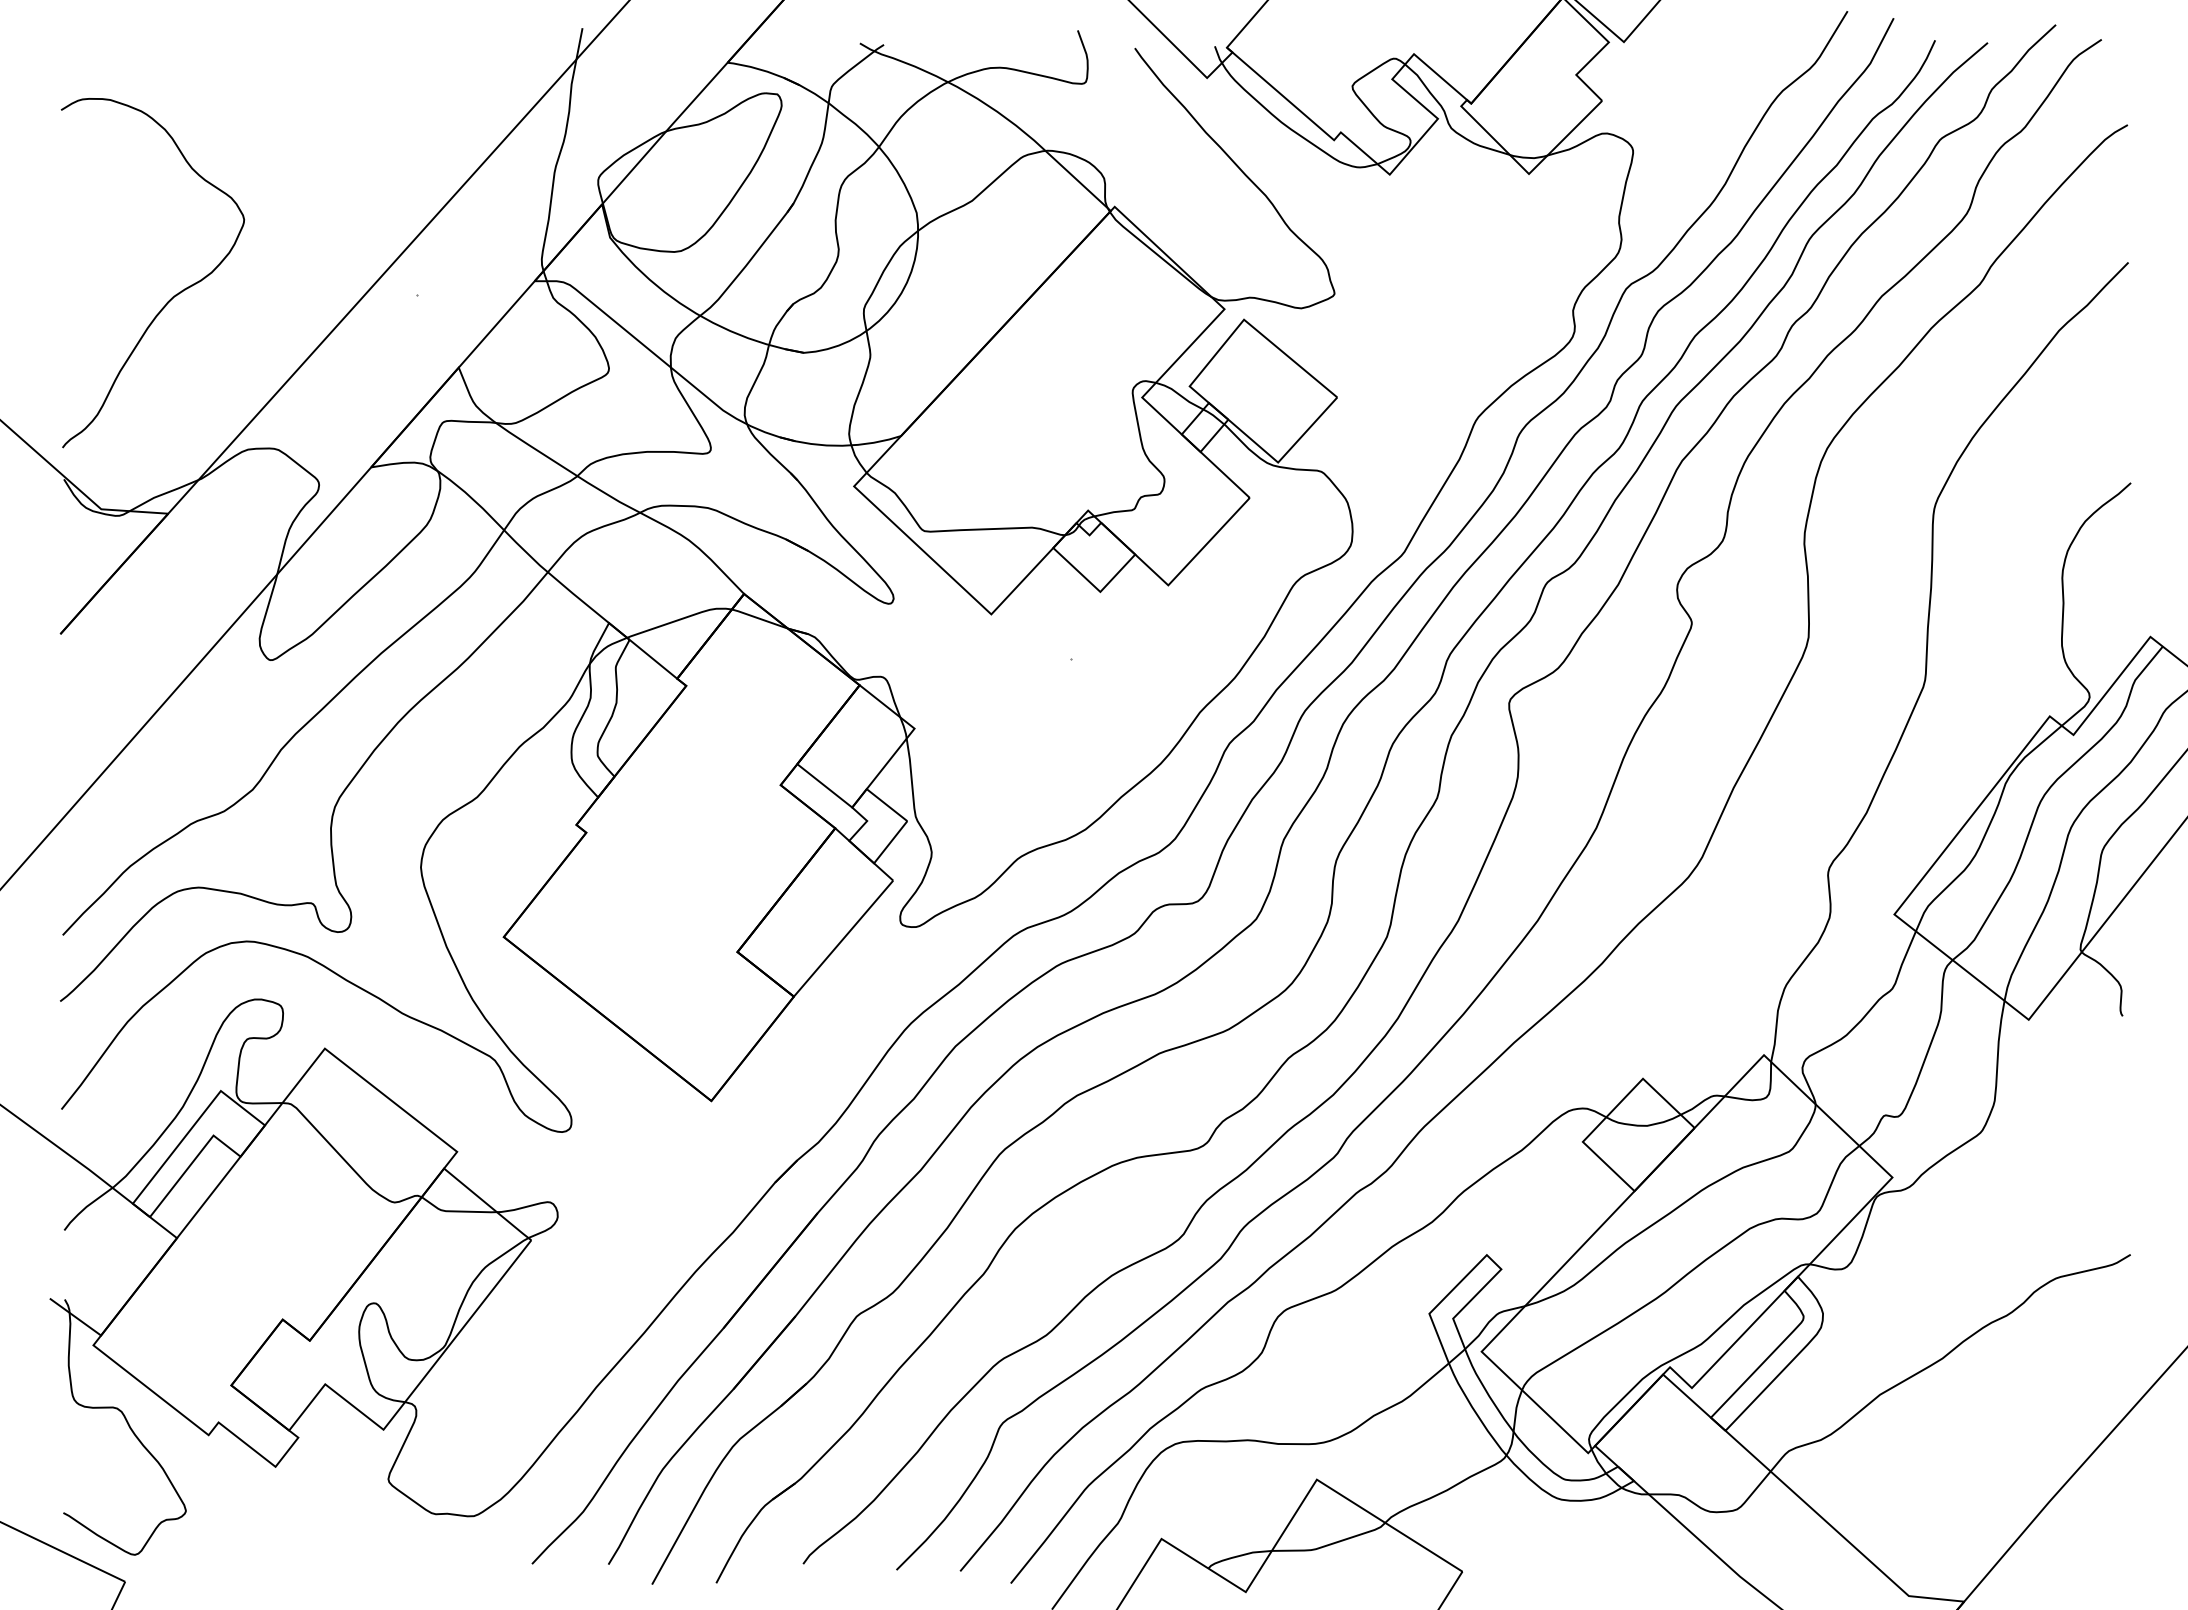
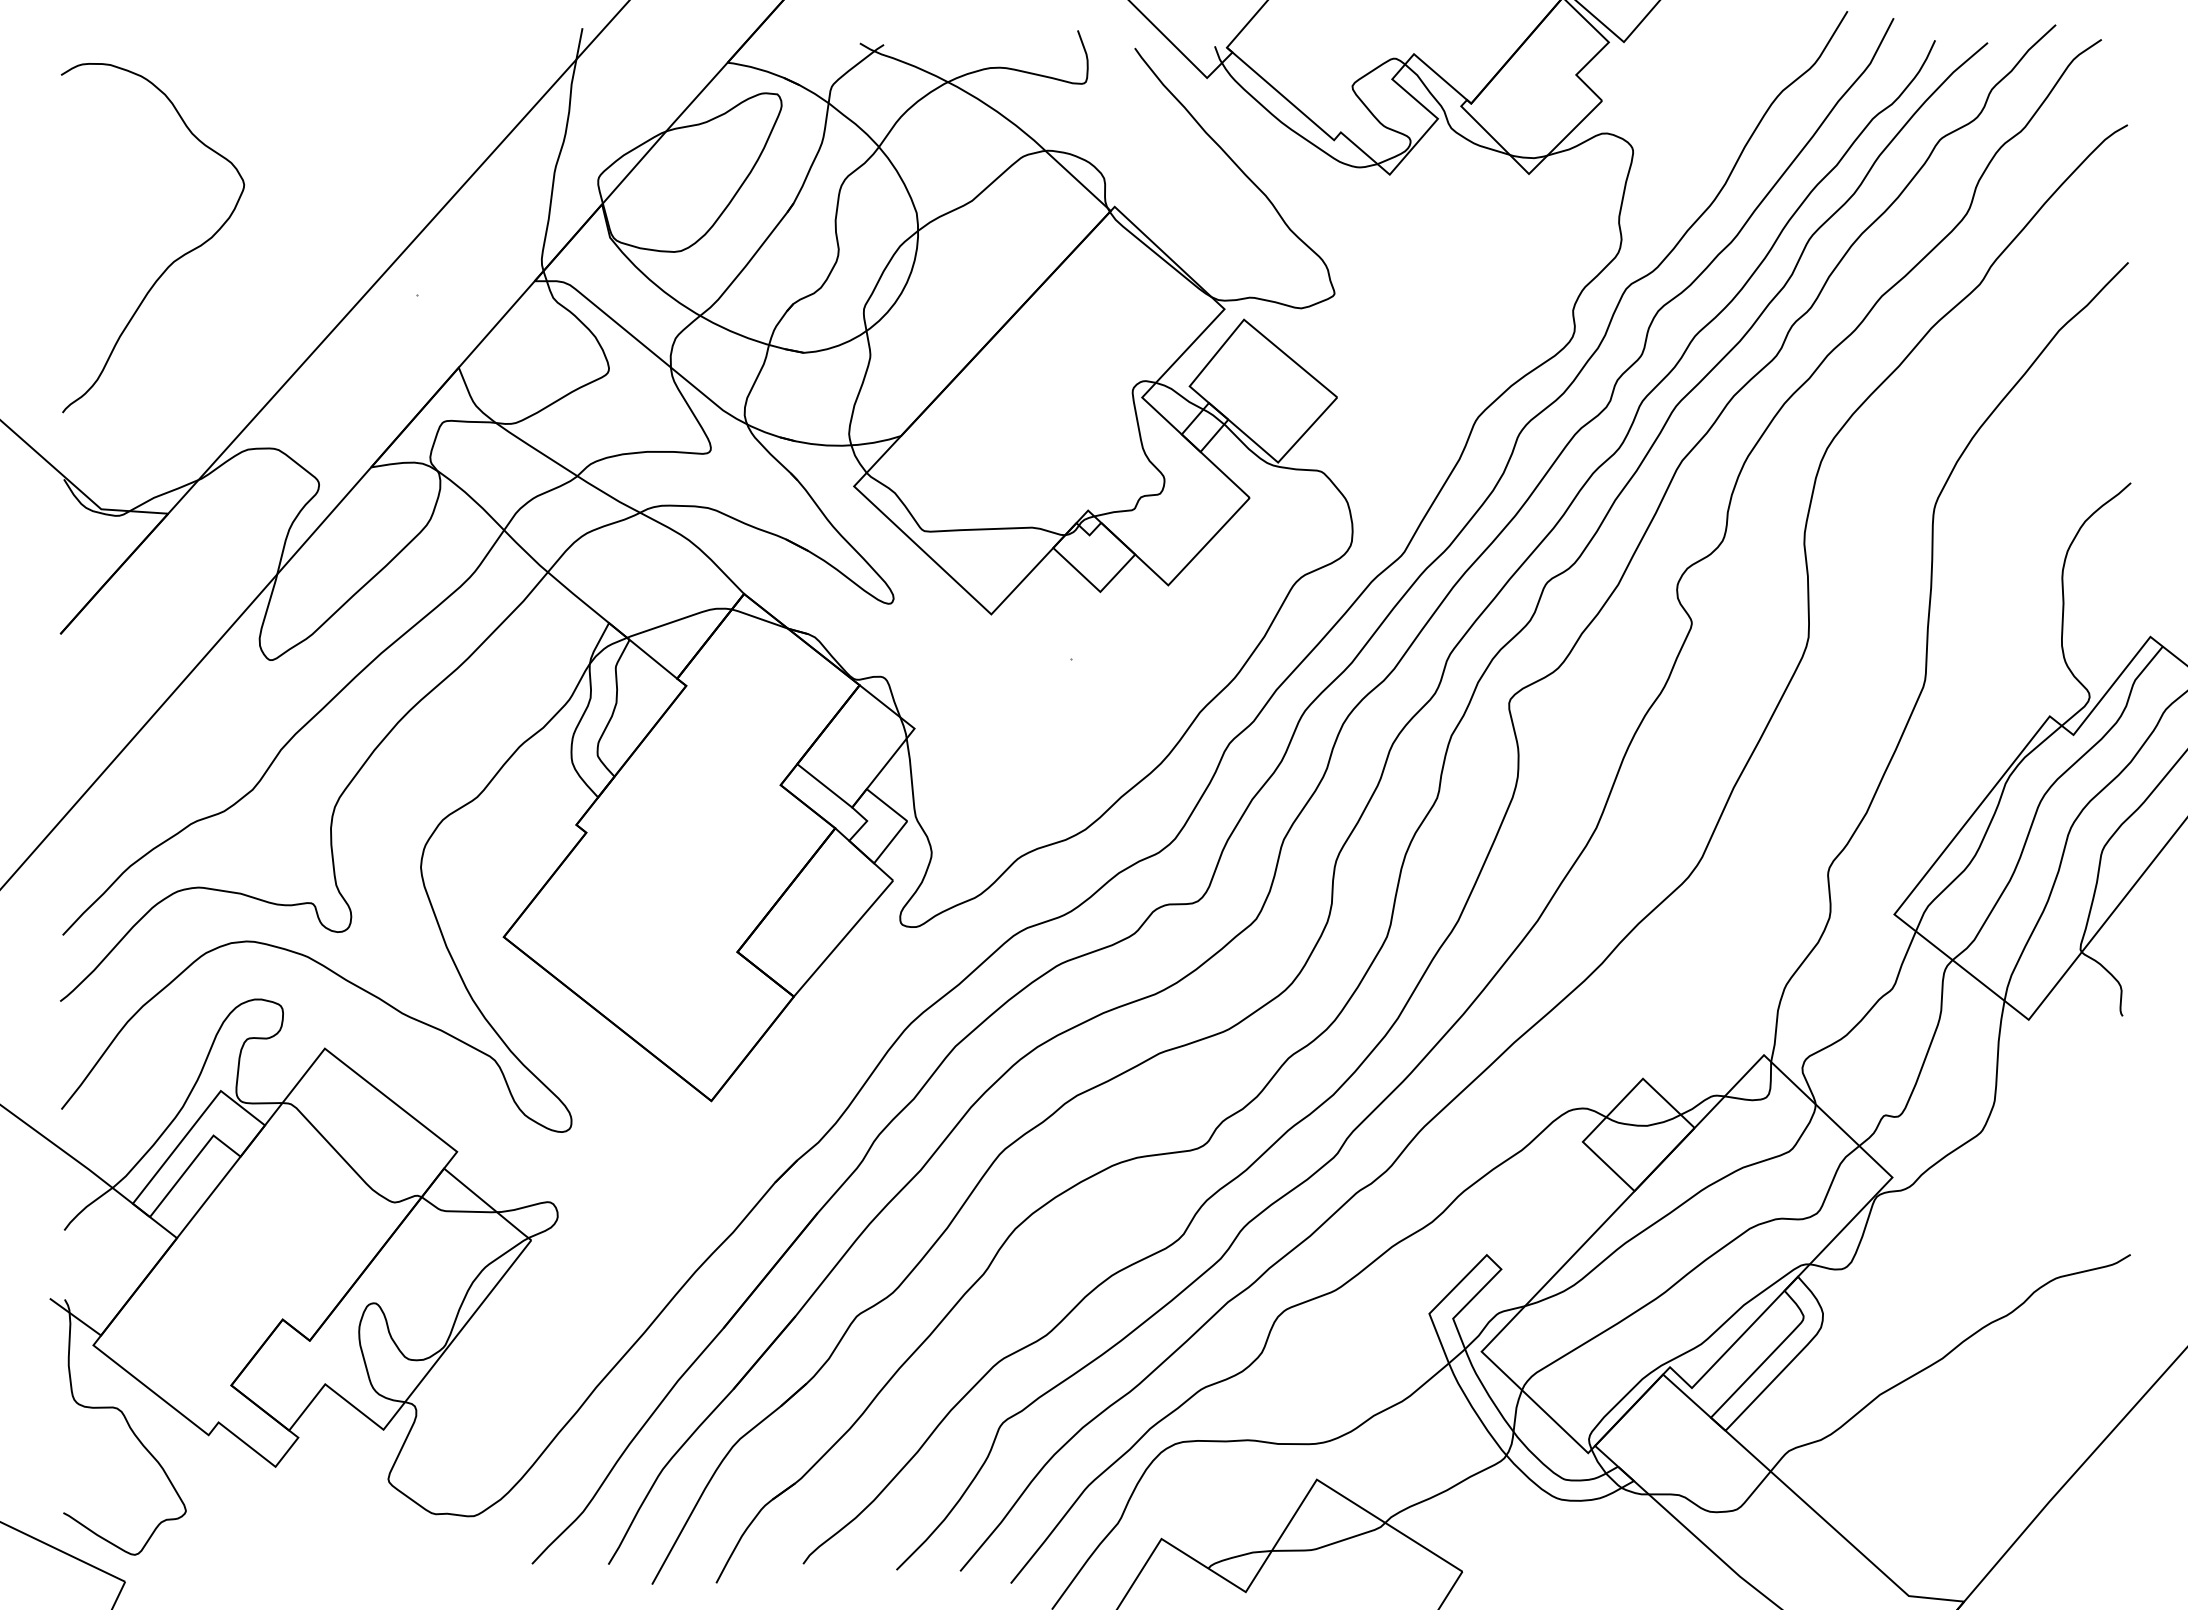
curve at (172, 296) position: (172, 296) -> (172, 261)
